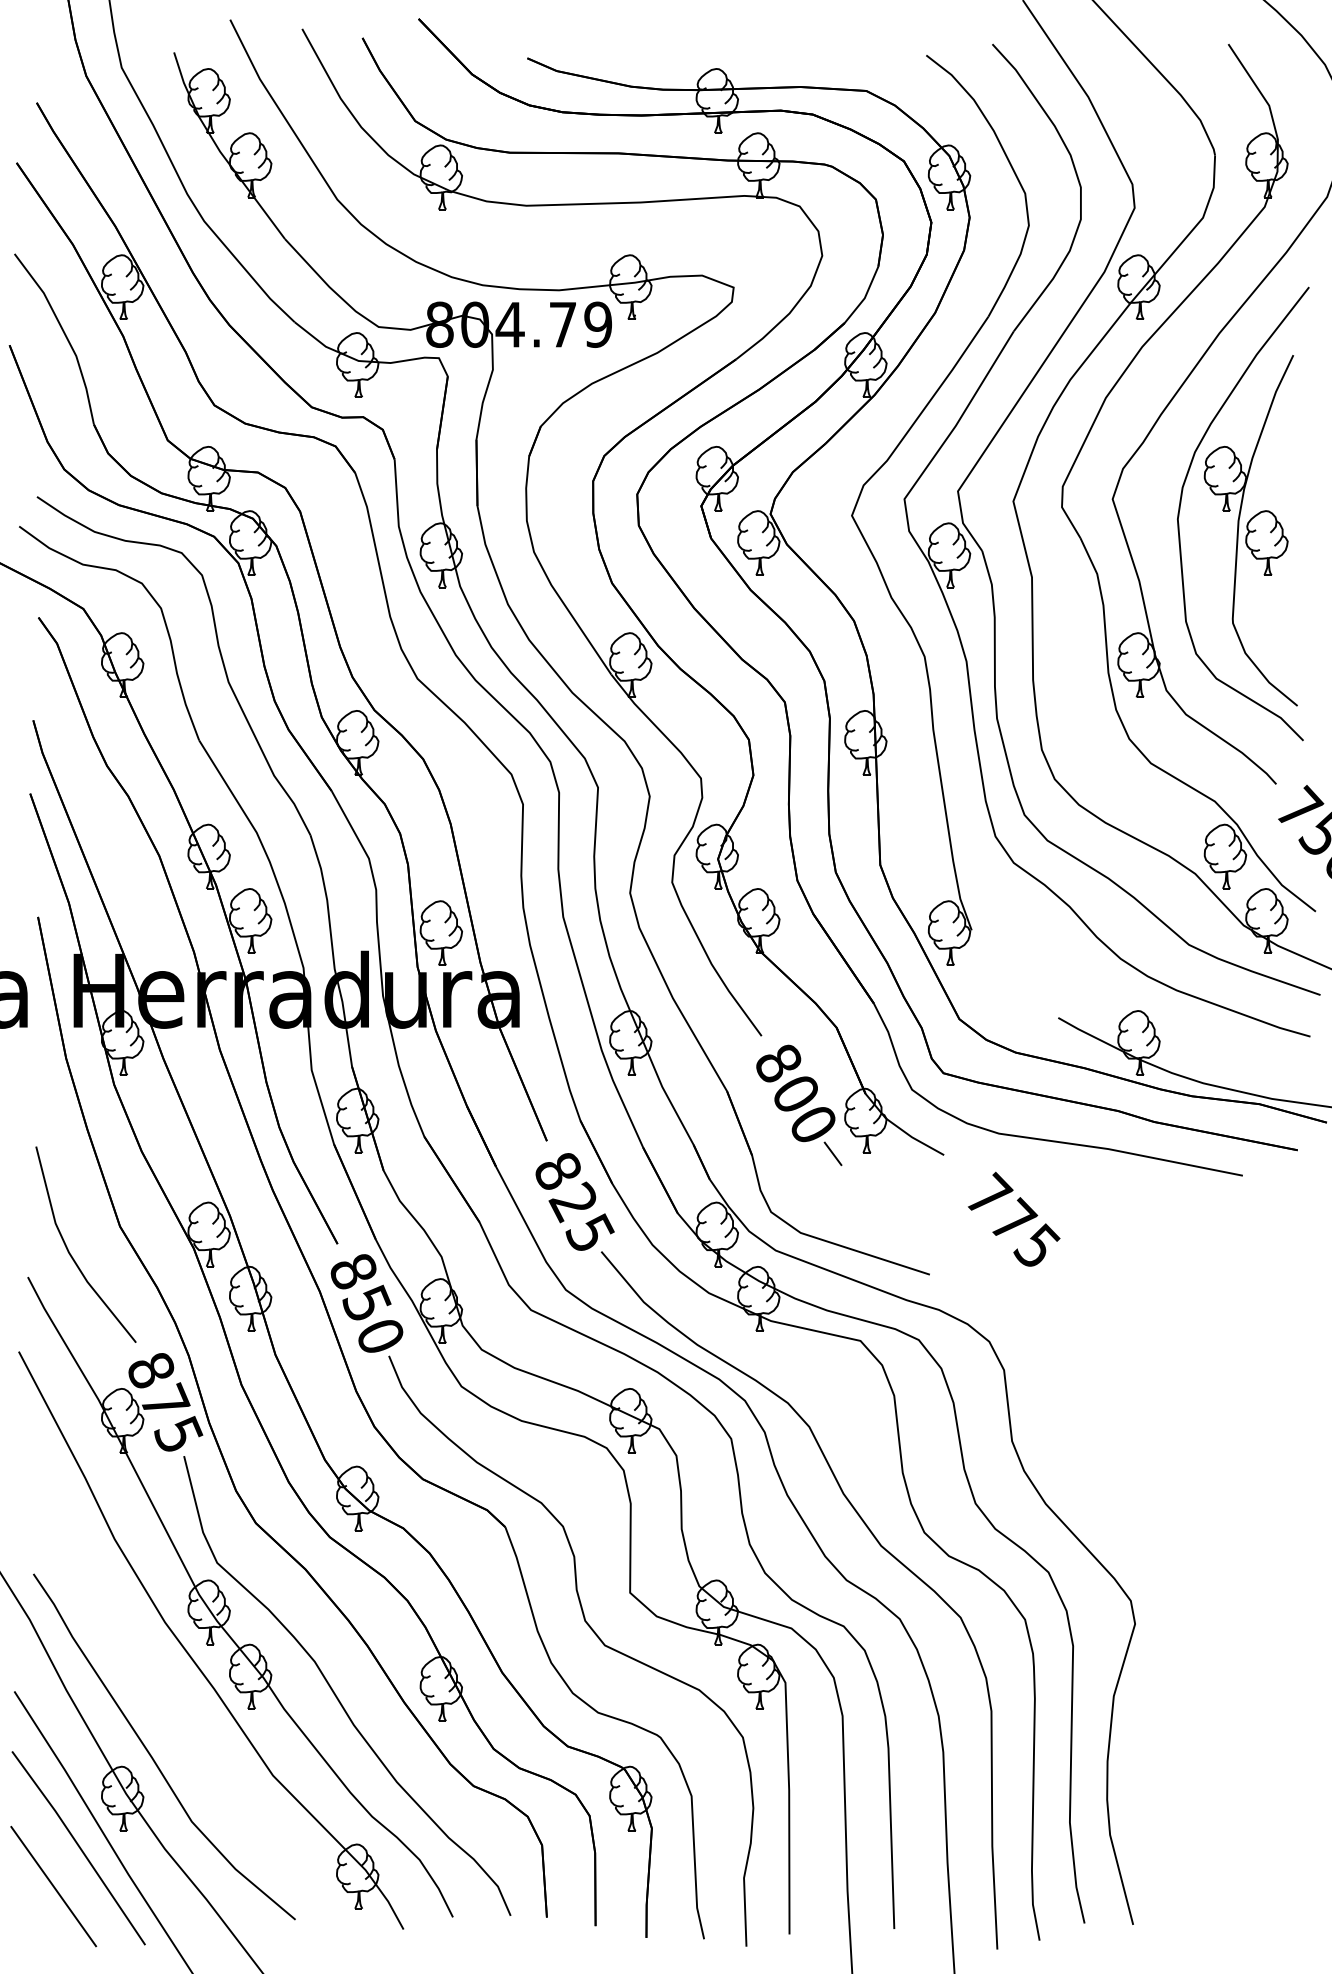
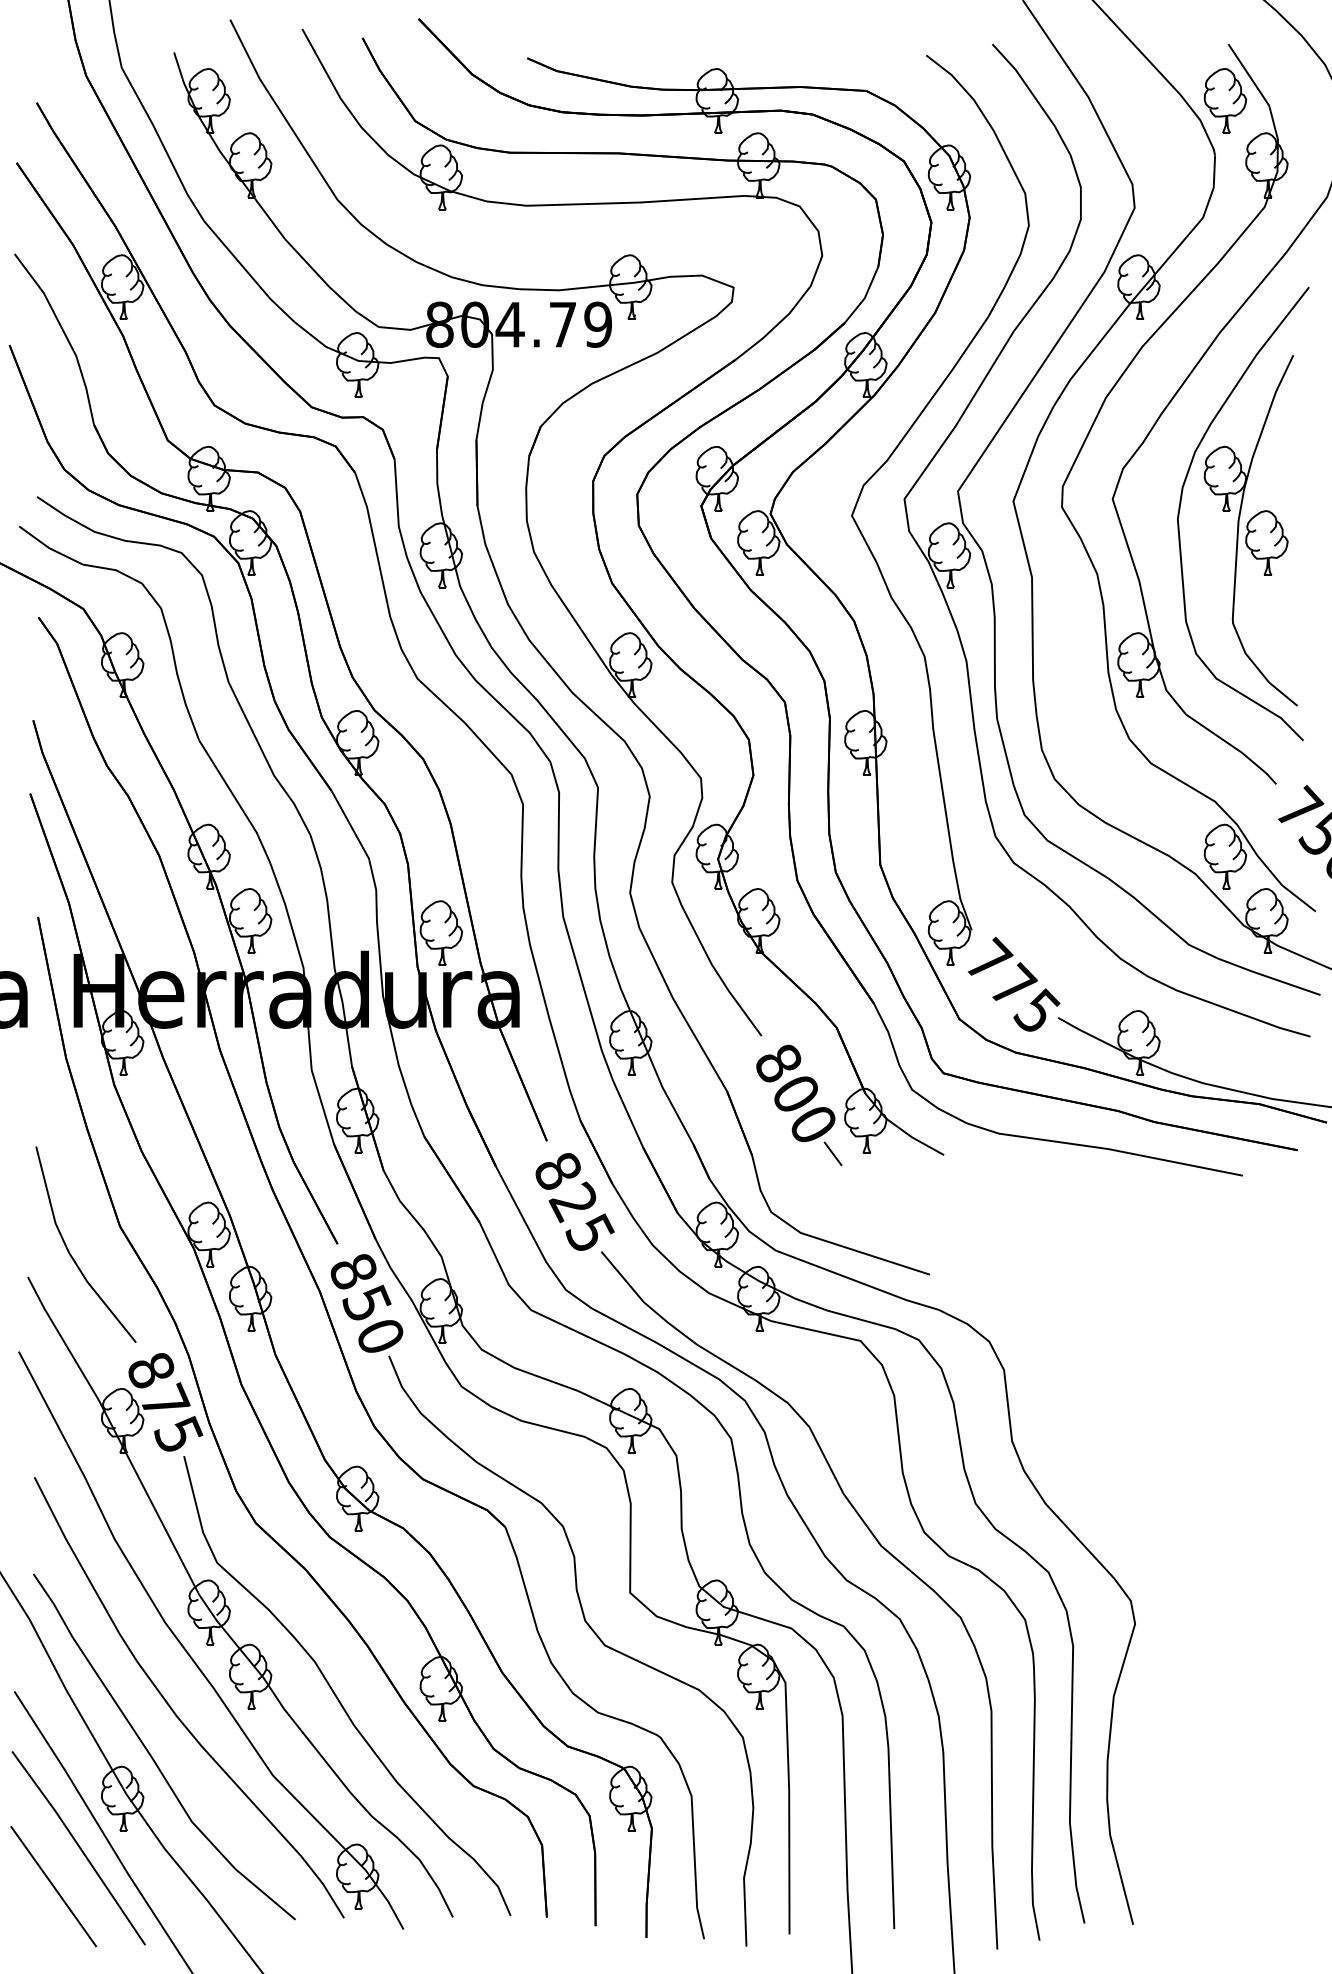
part at (1225, 100): none -> present
text at (1014, 1218) position: (1014, 1218) -> (1014, 983)
curve at (173, 1709): none -> present
